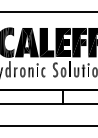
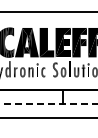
line at (48, 104): solid -> dashed
line at (48, 125) position: (48, 125) -> (48, 117)
